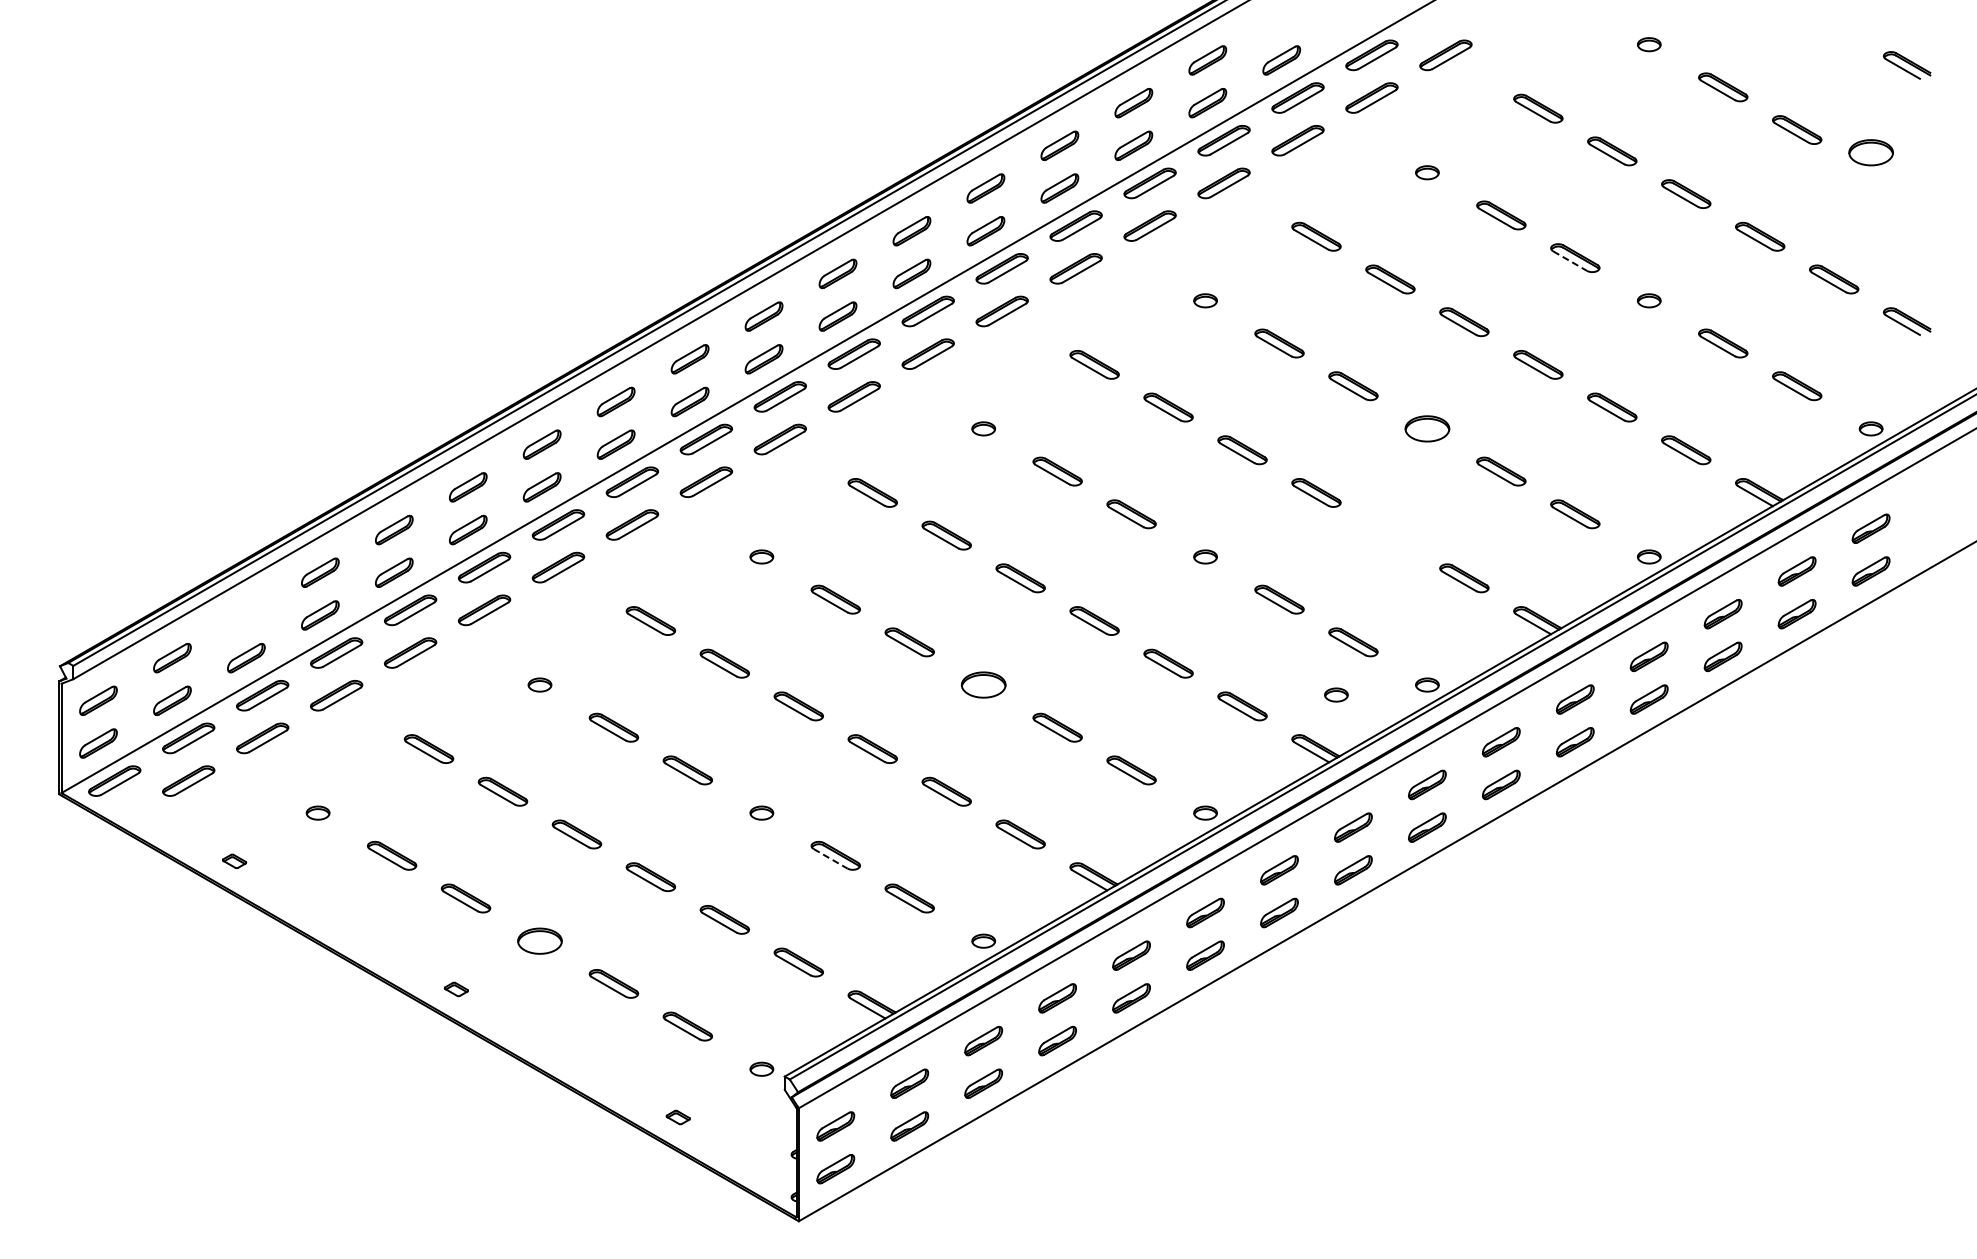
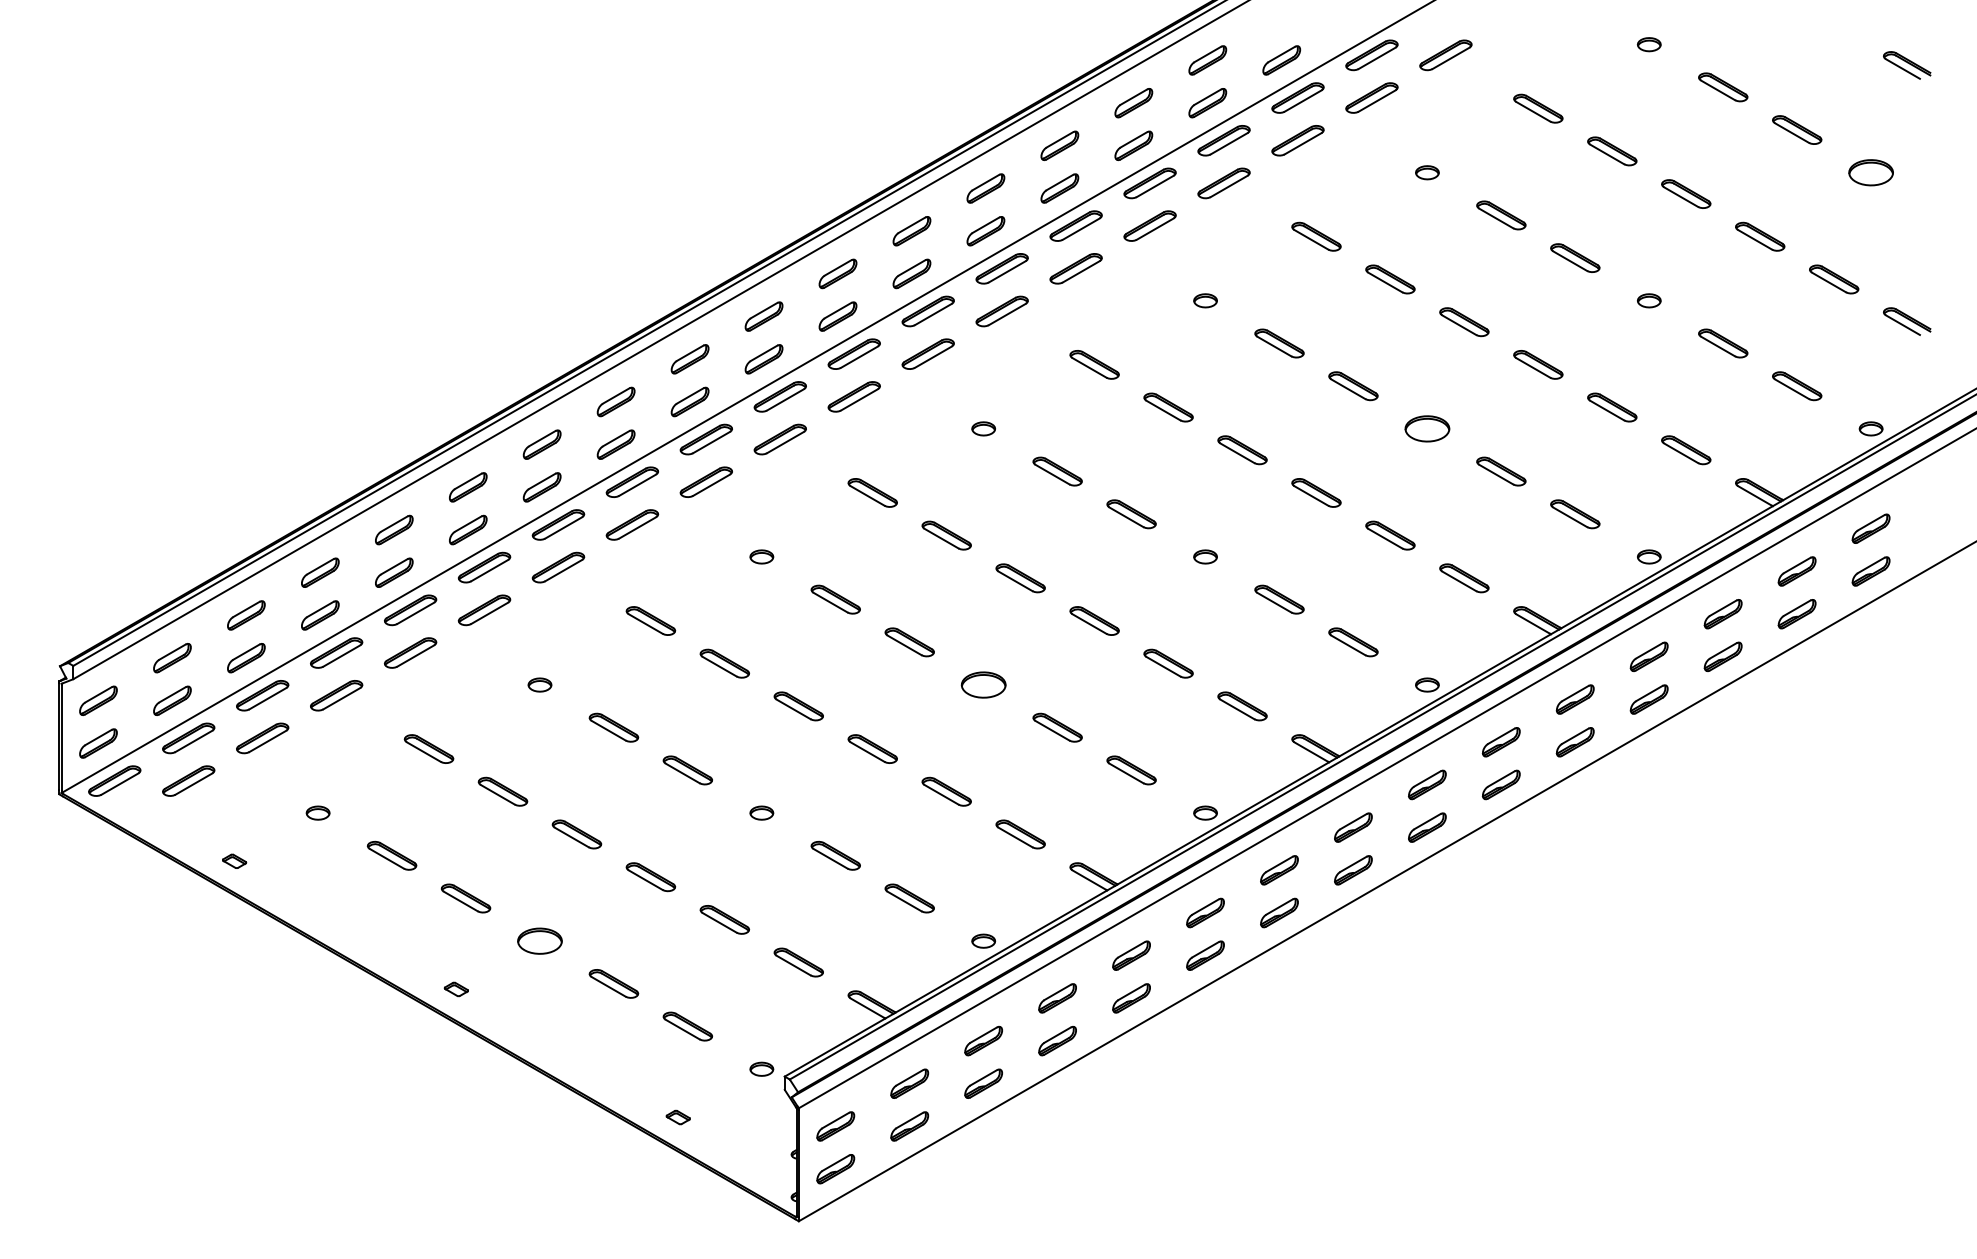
part at (1870, 152) position: (1870, 152) -> (1870, 172)
line at (1570, 261): dashed -> solid
part at (1390, 535): none -> present
part at (246, 615): none -> present
part at (1336, 694): present -> none
line at (830, 858): dashed -> solid
